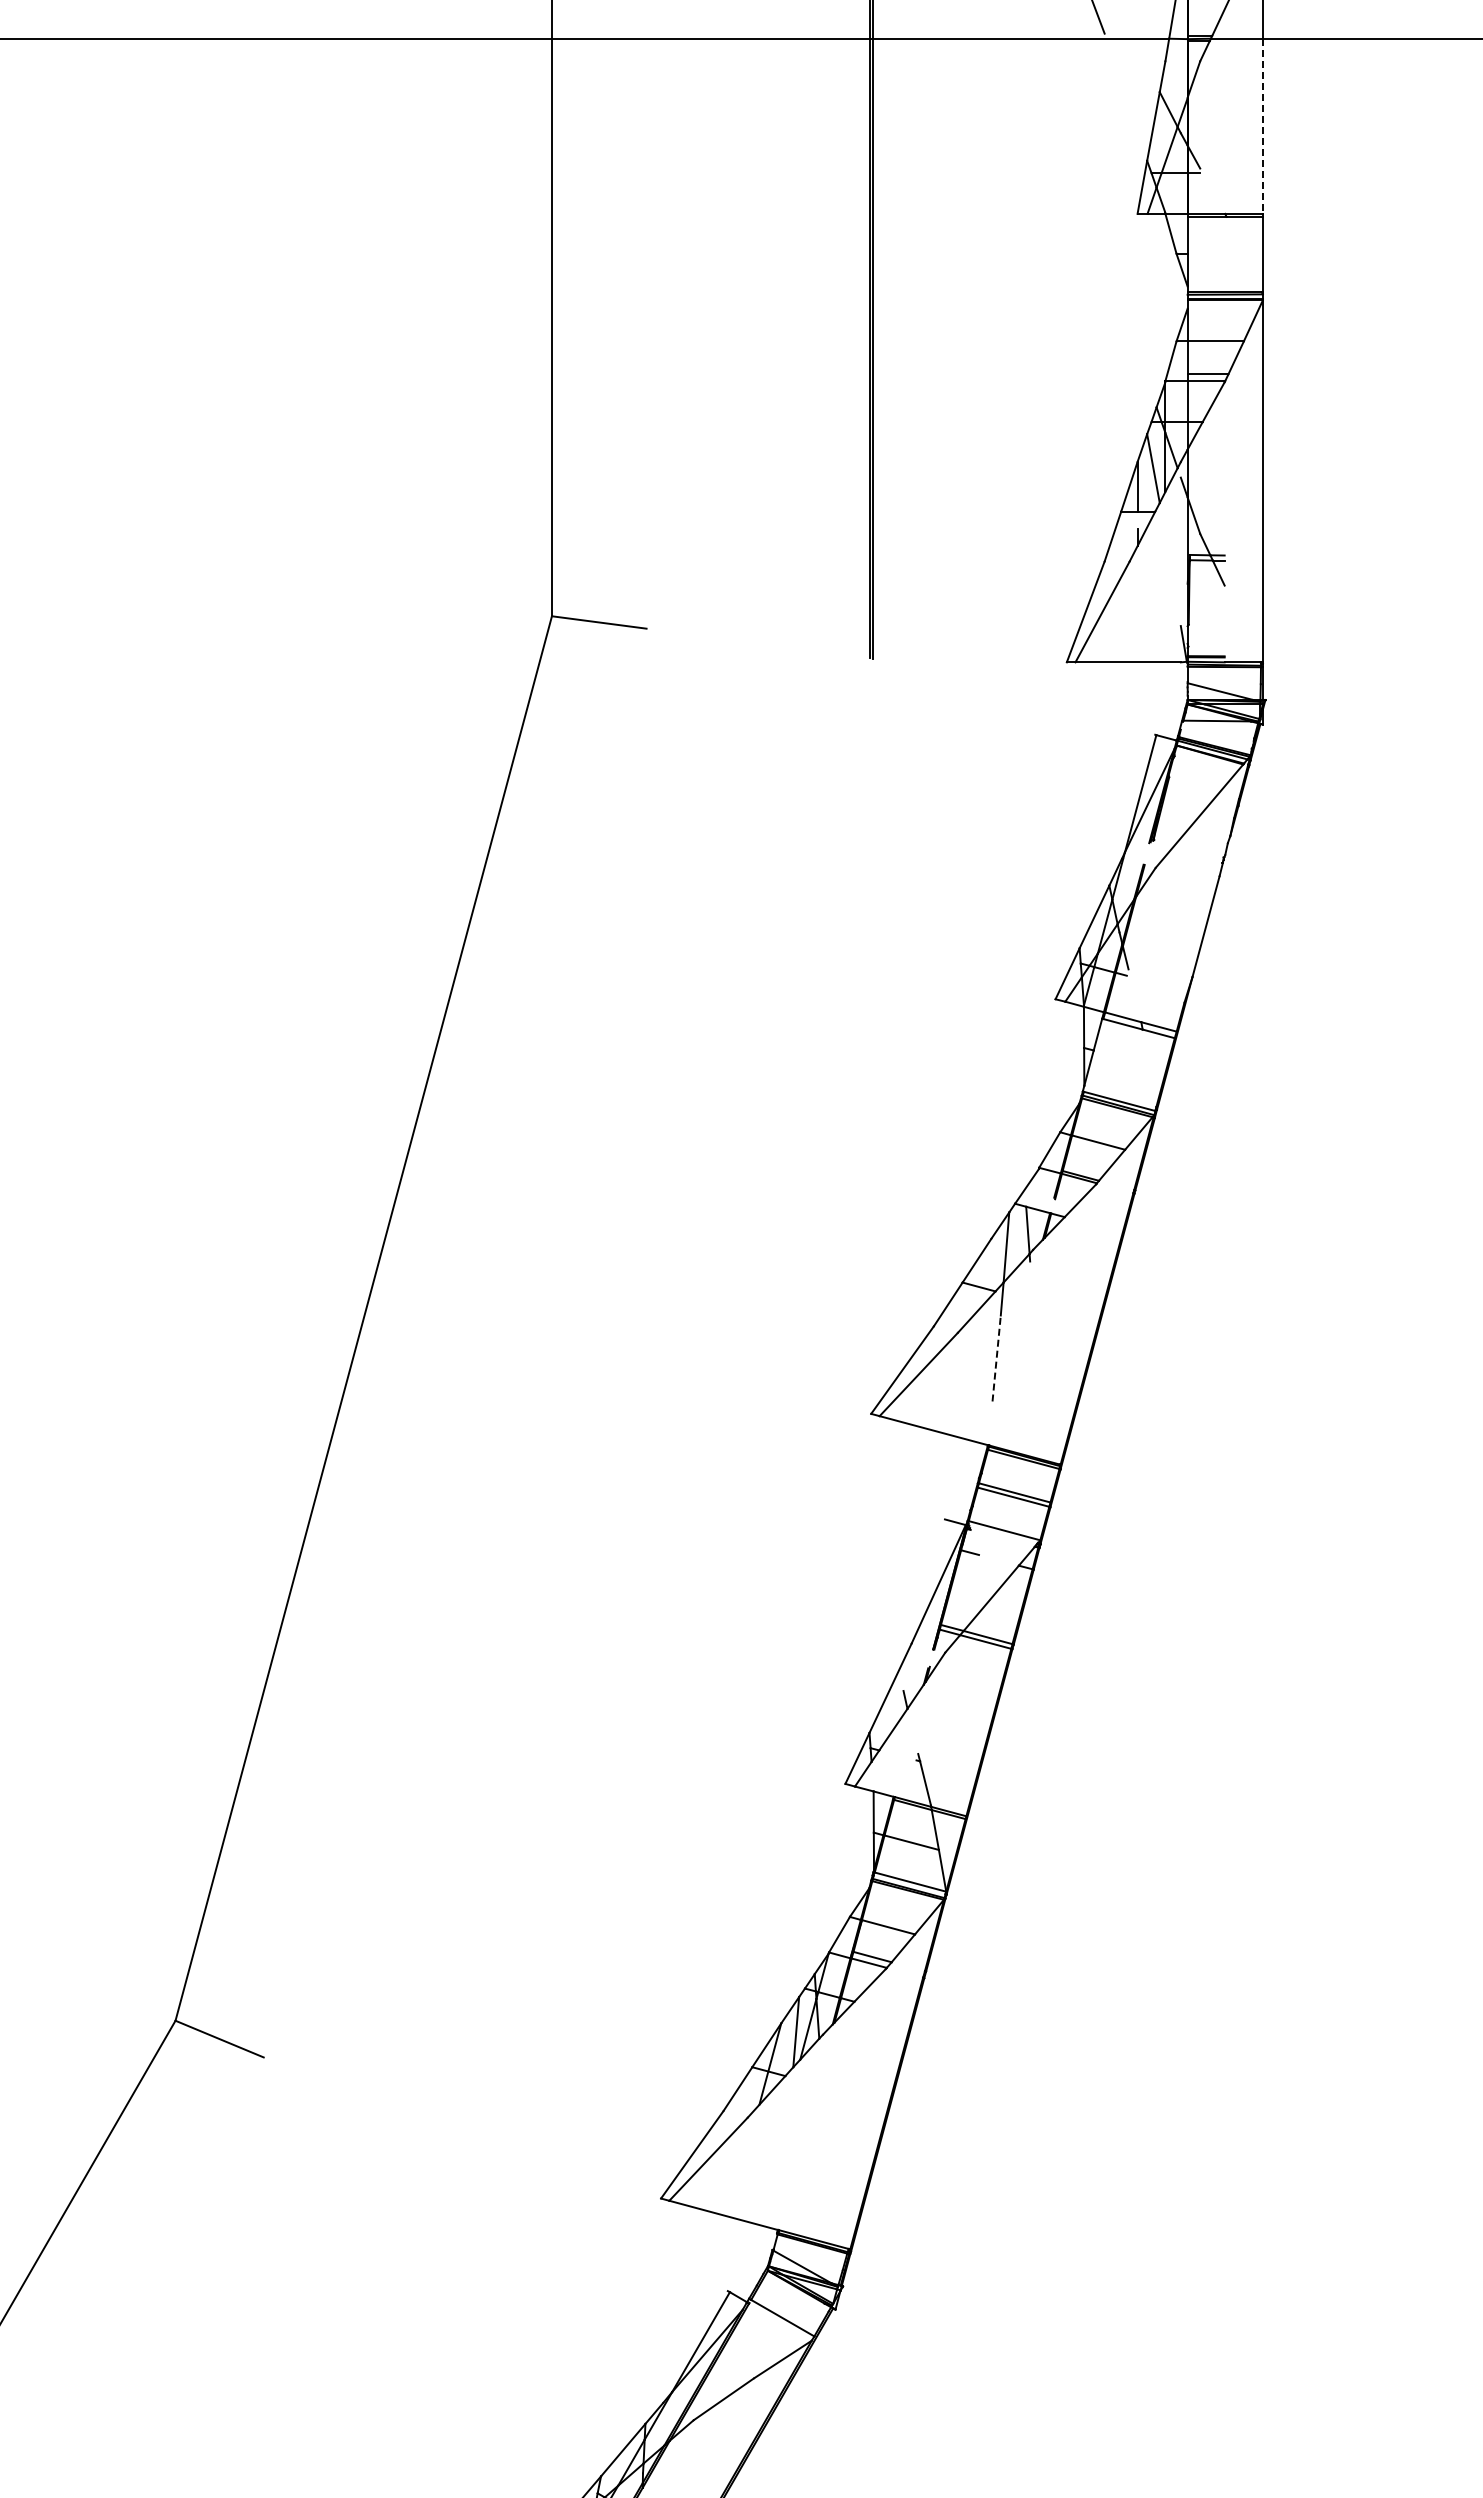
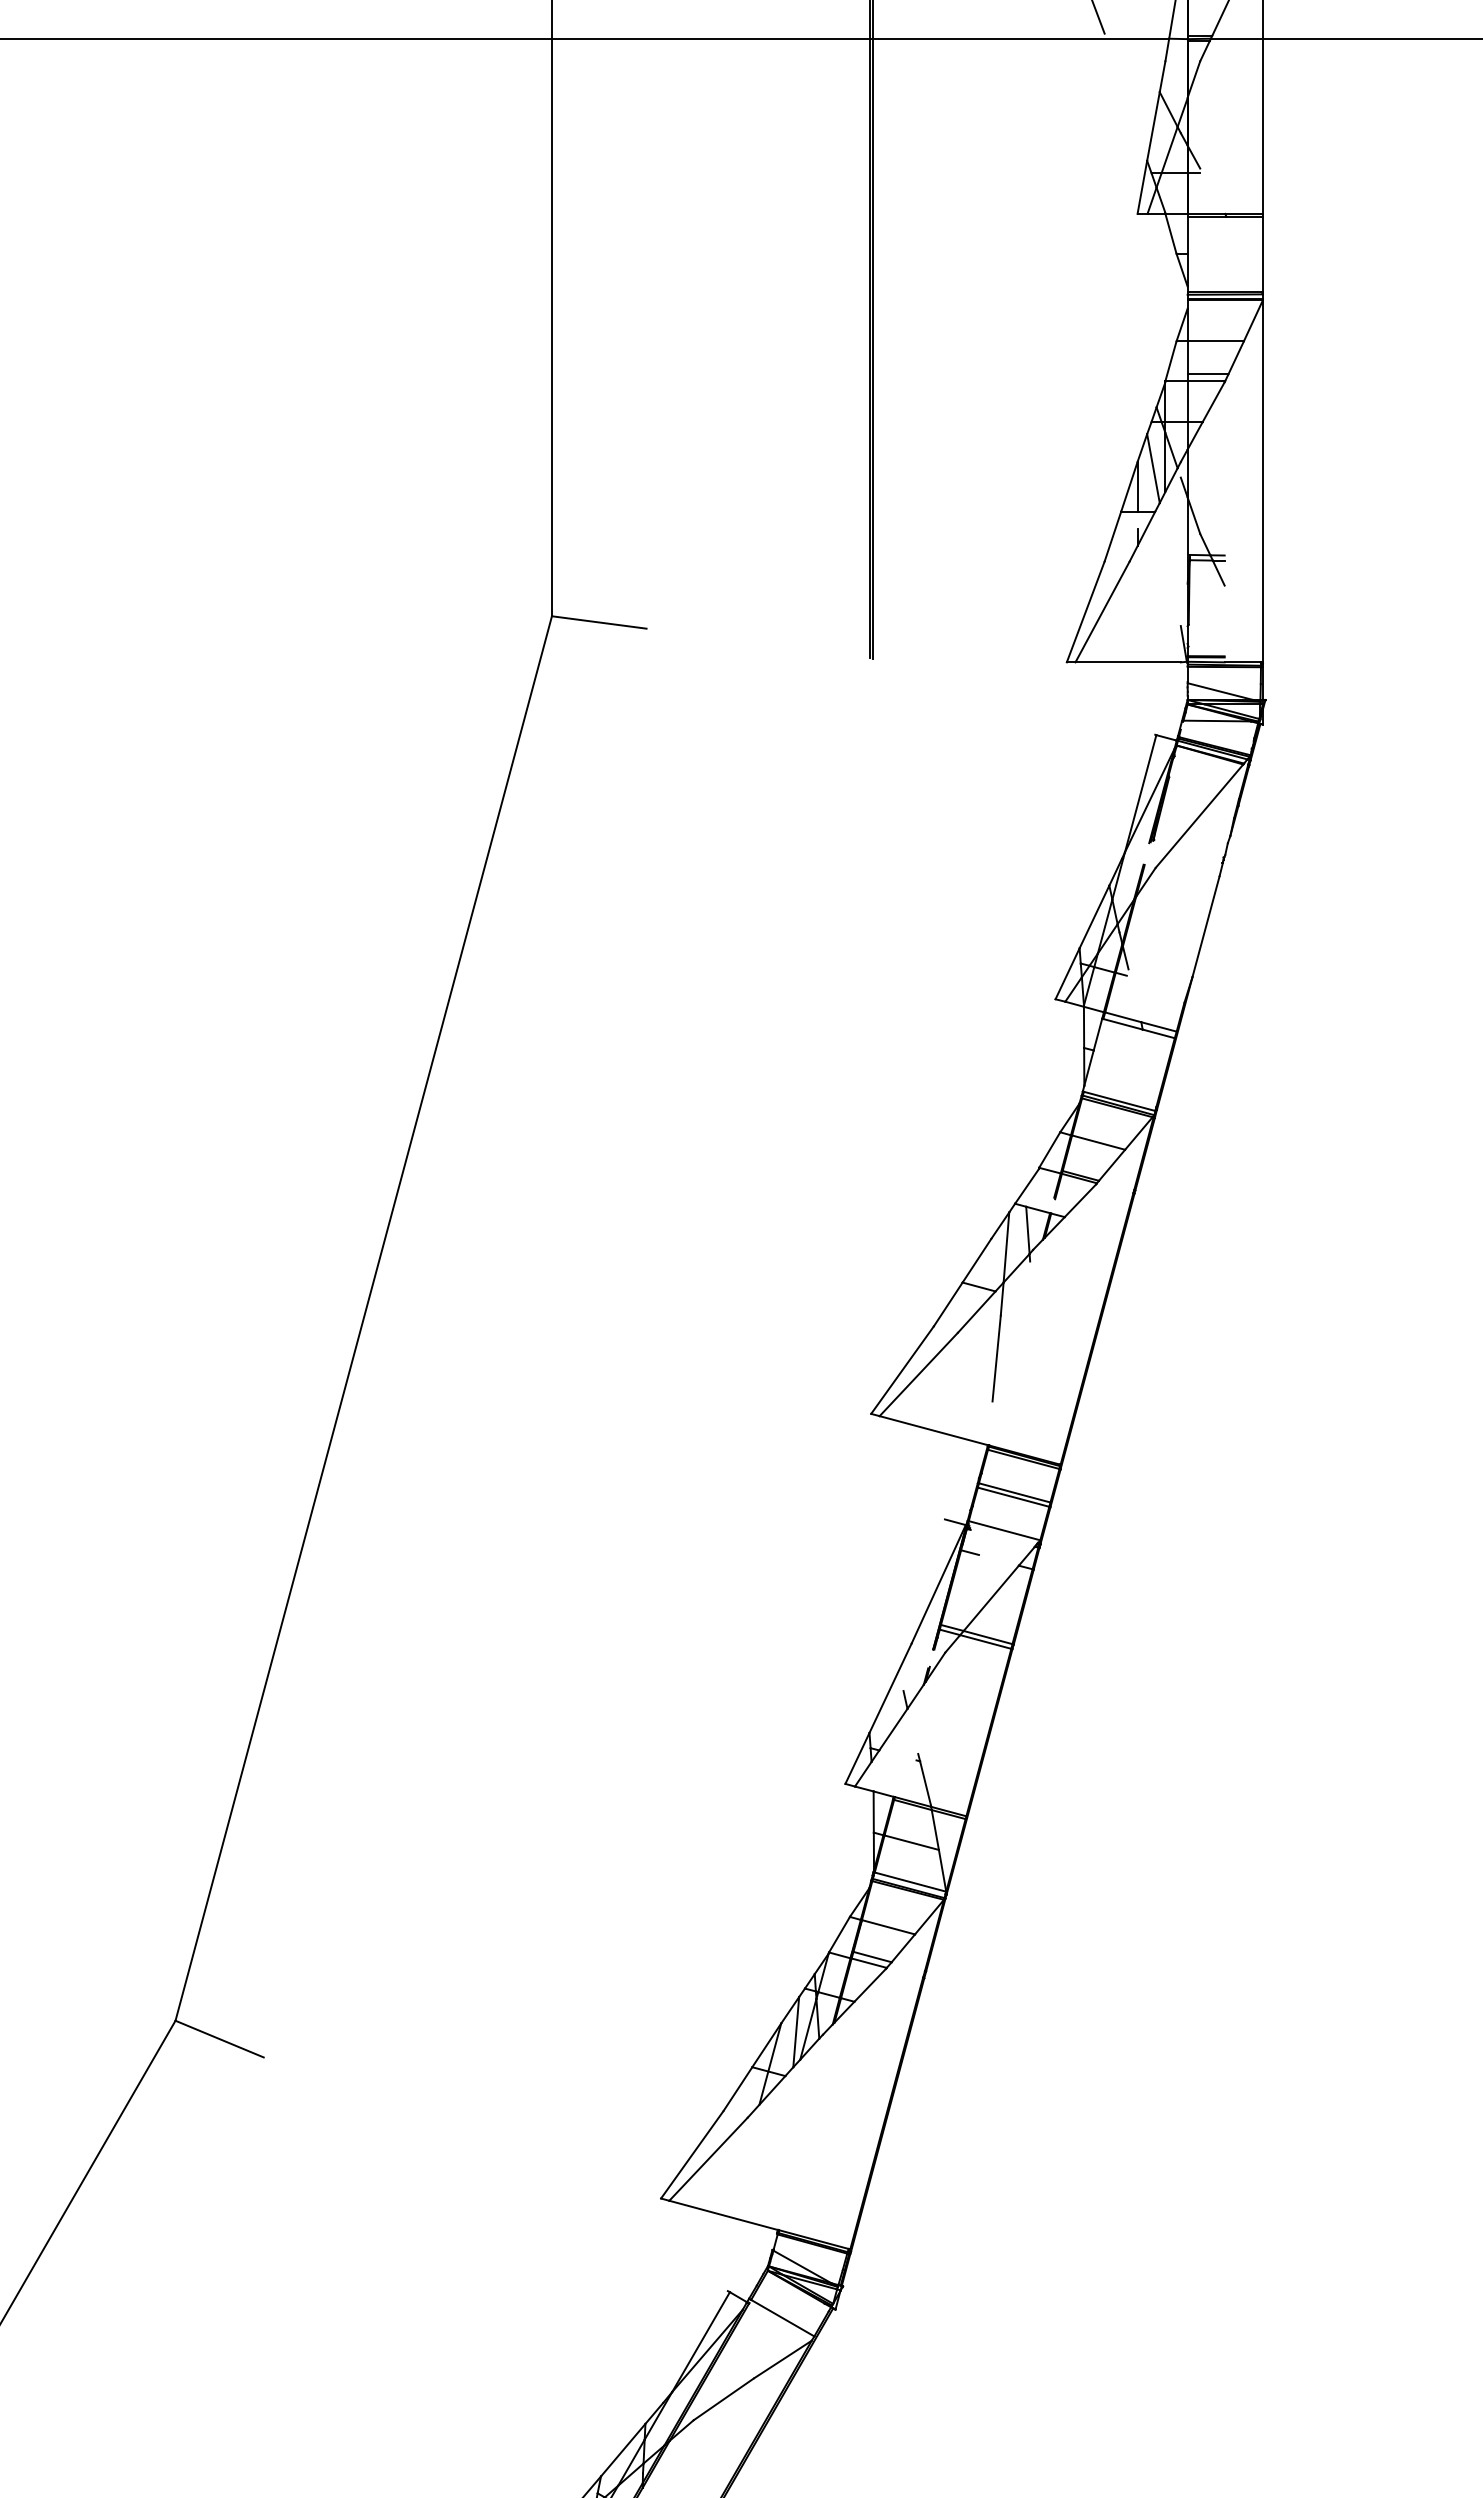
line at (1262, 126): dashed -> solid
line at (996, 1358): dashed -> solid
